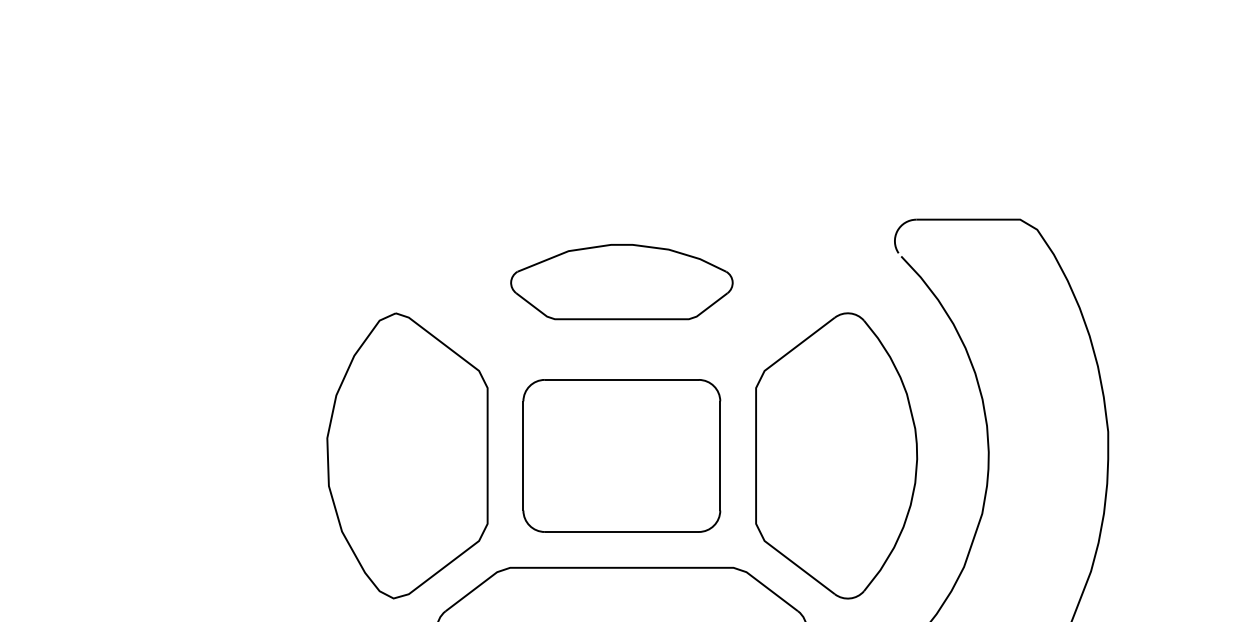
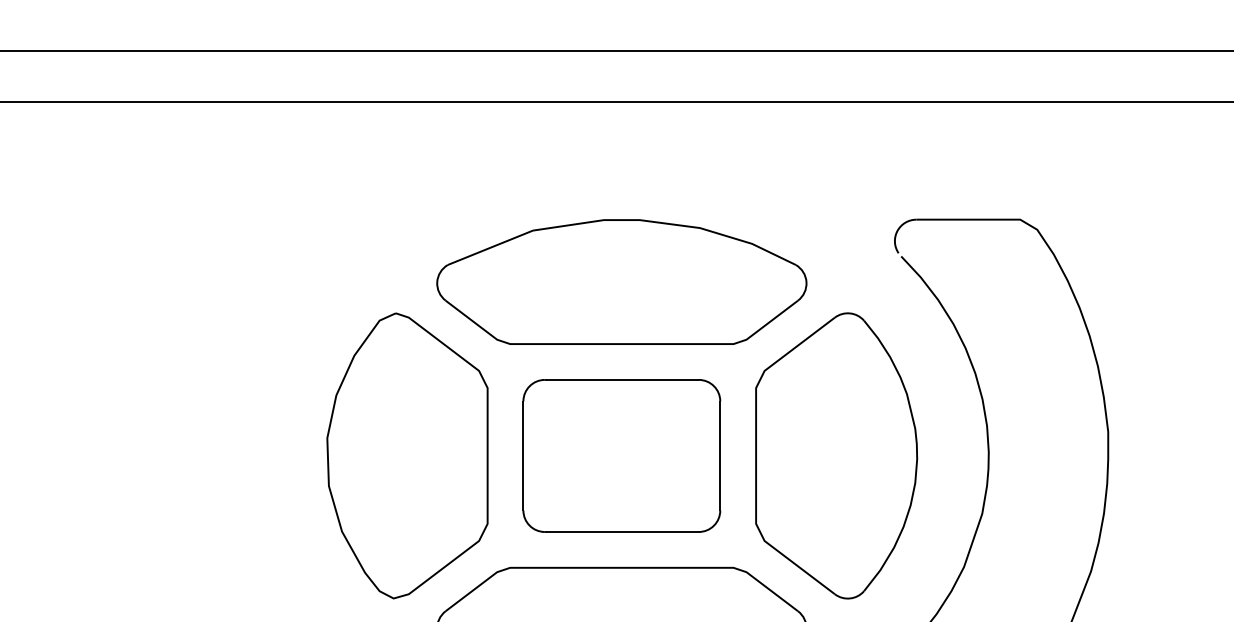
line at (616, 50): none -> present
line at (616, 102): none -> present
part at (621, 282) size: 224x77 px -> 372x126 px
